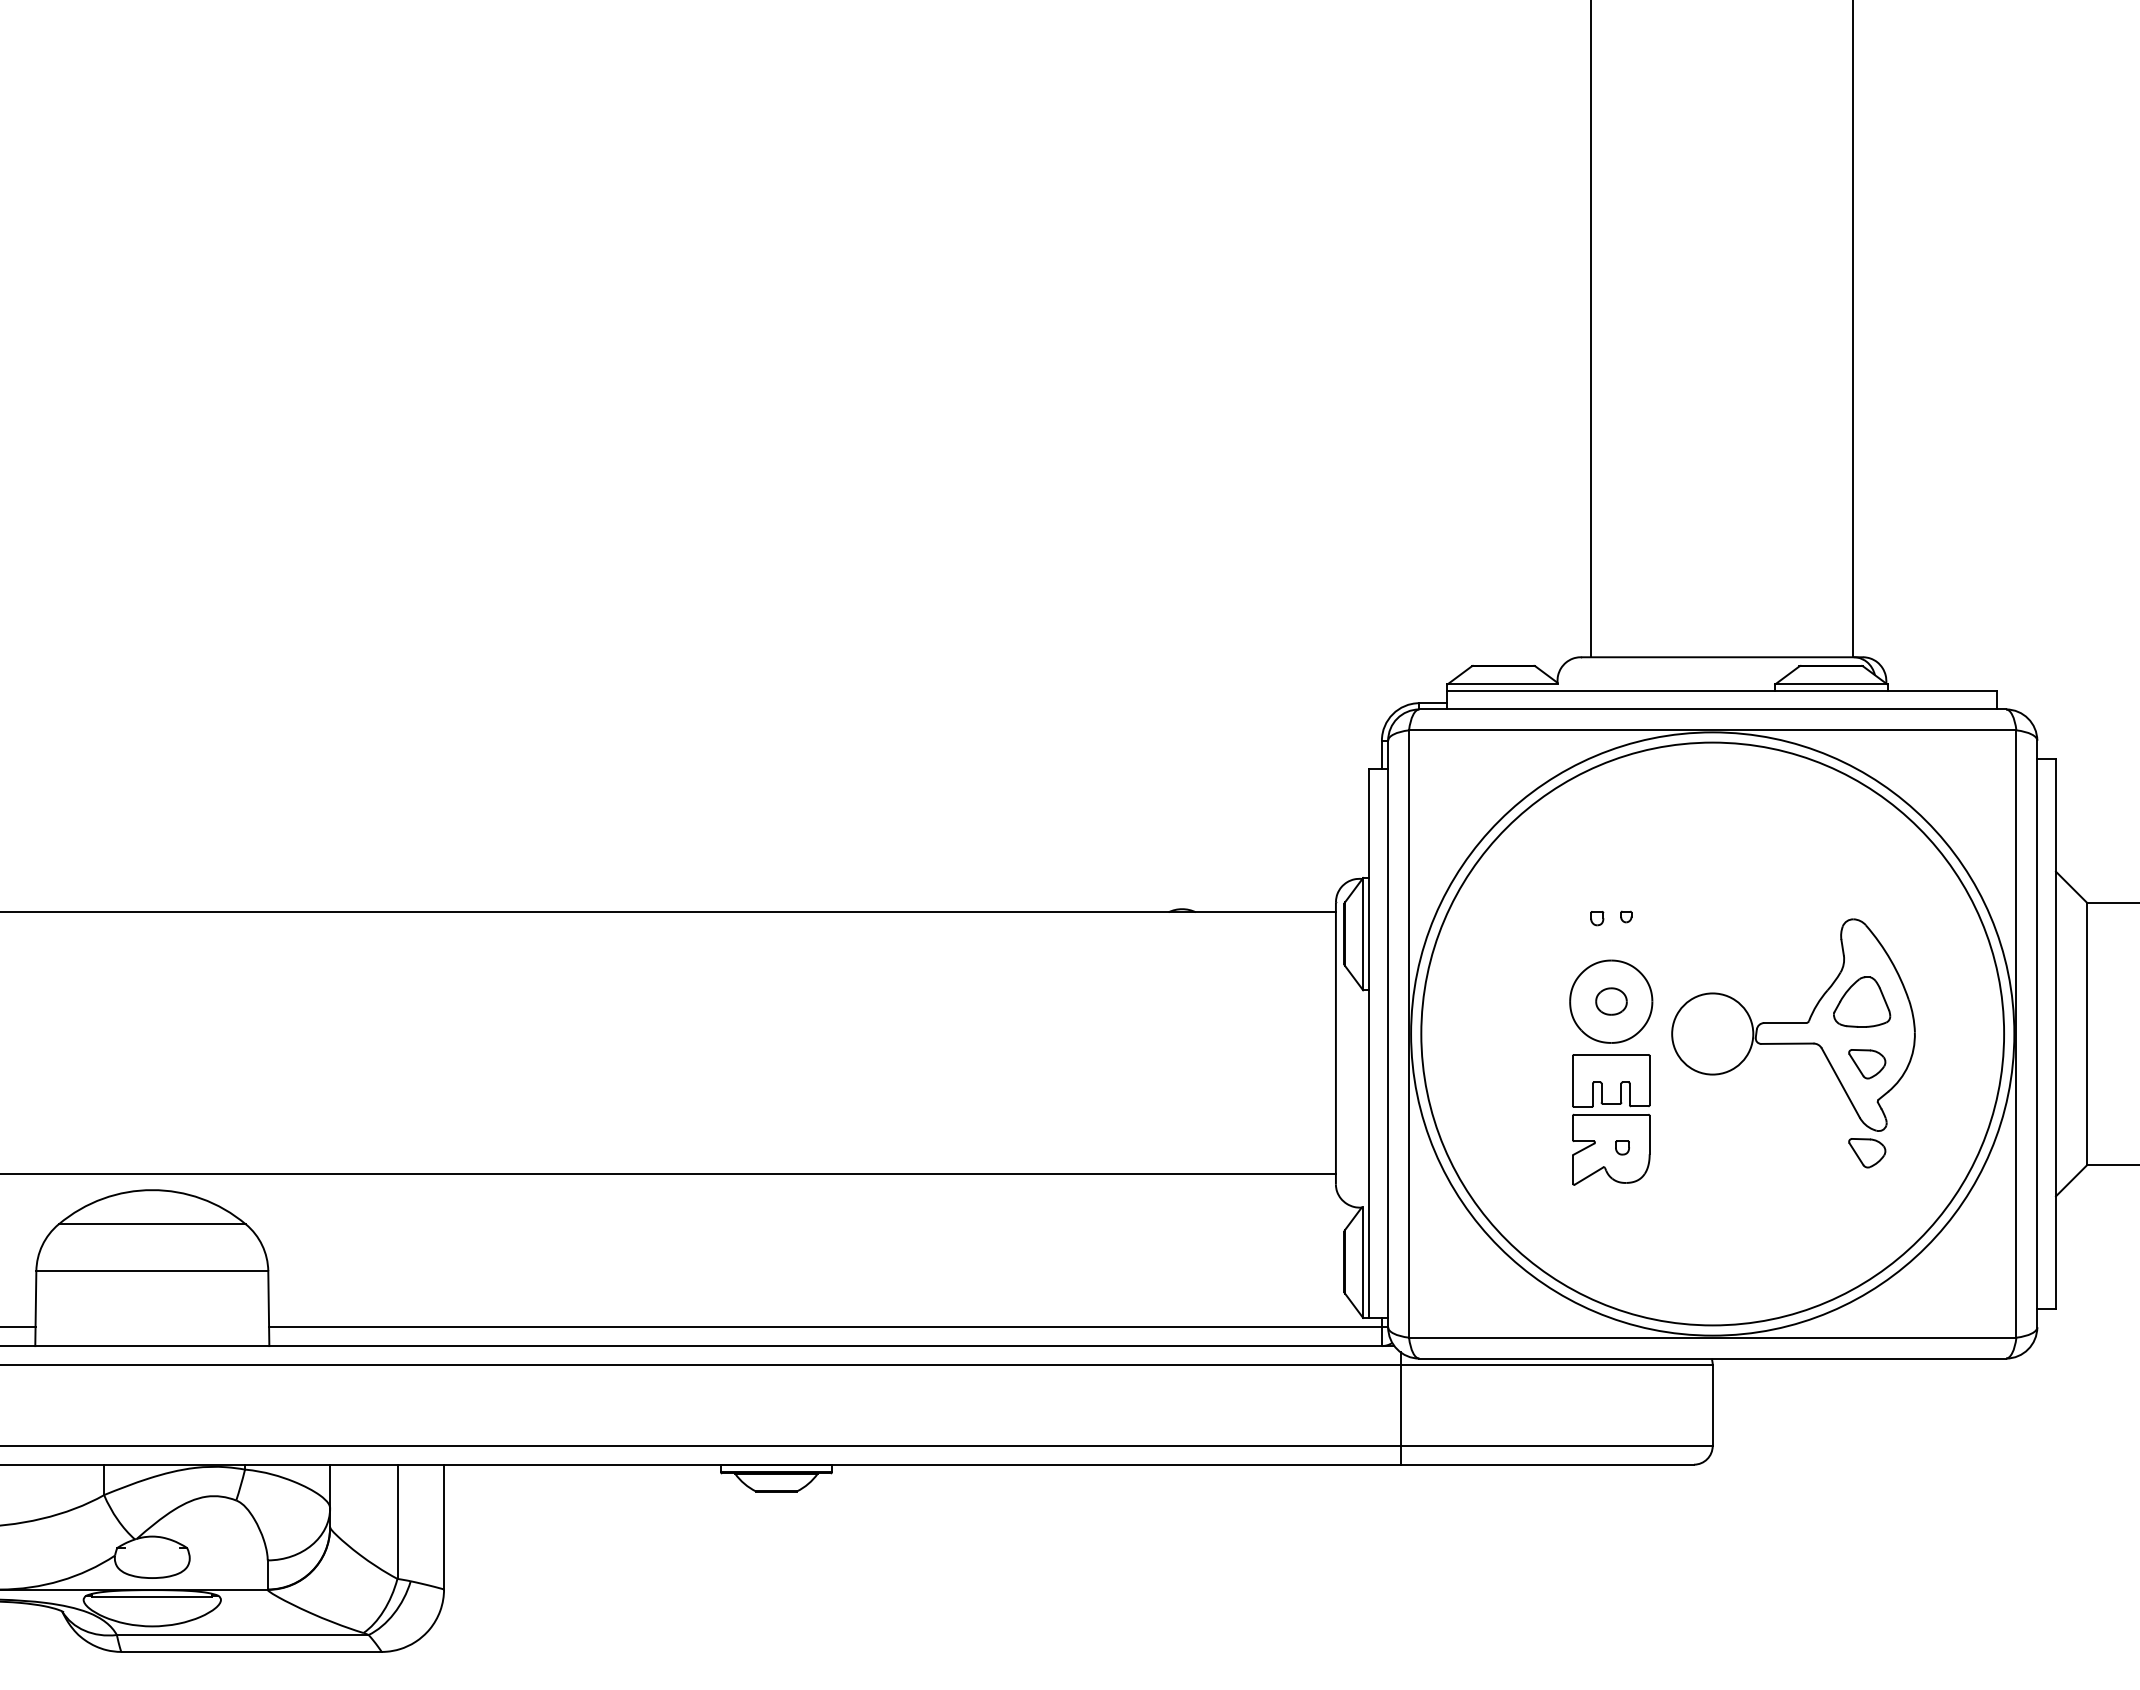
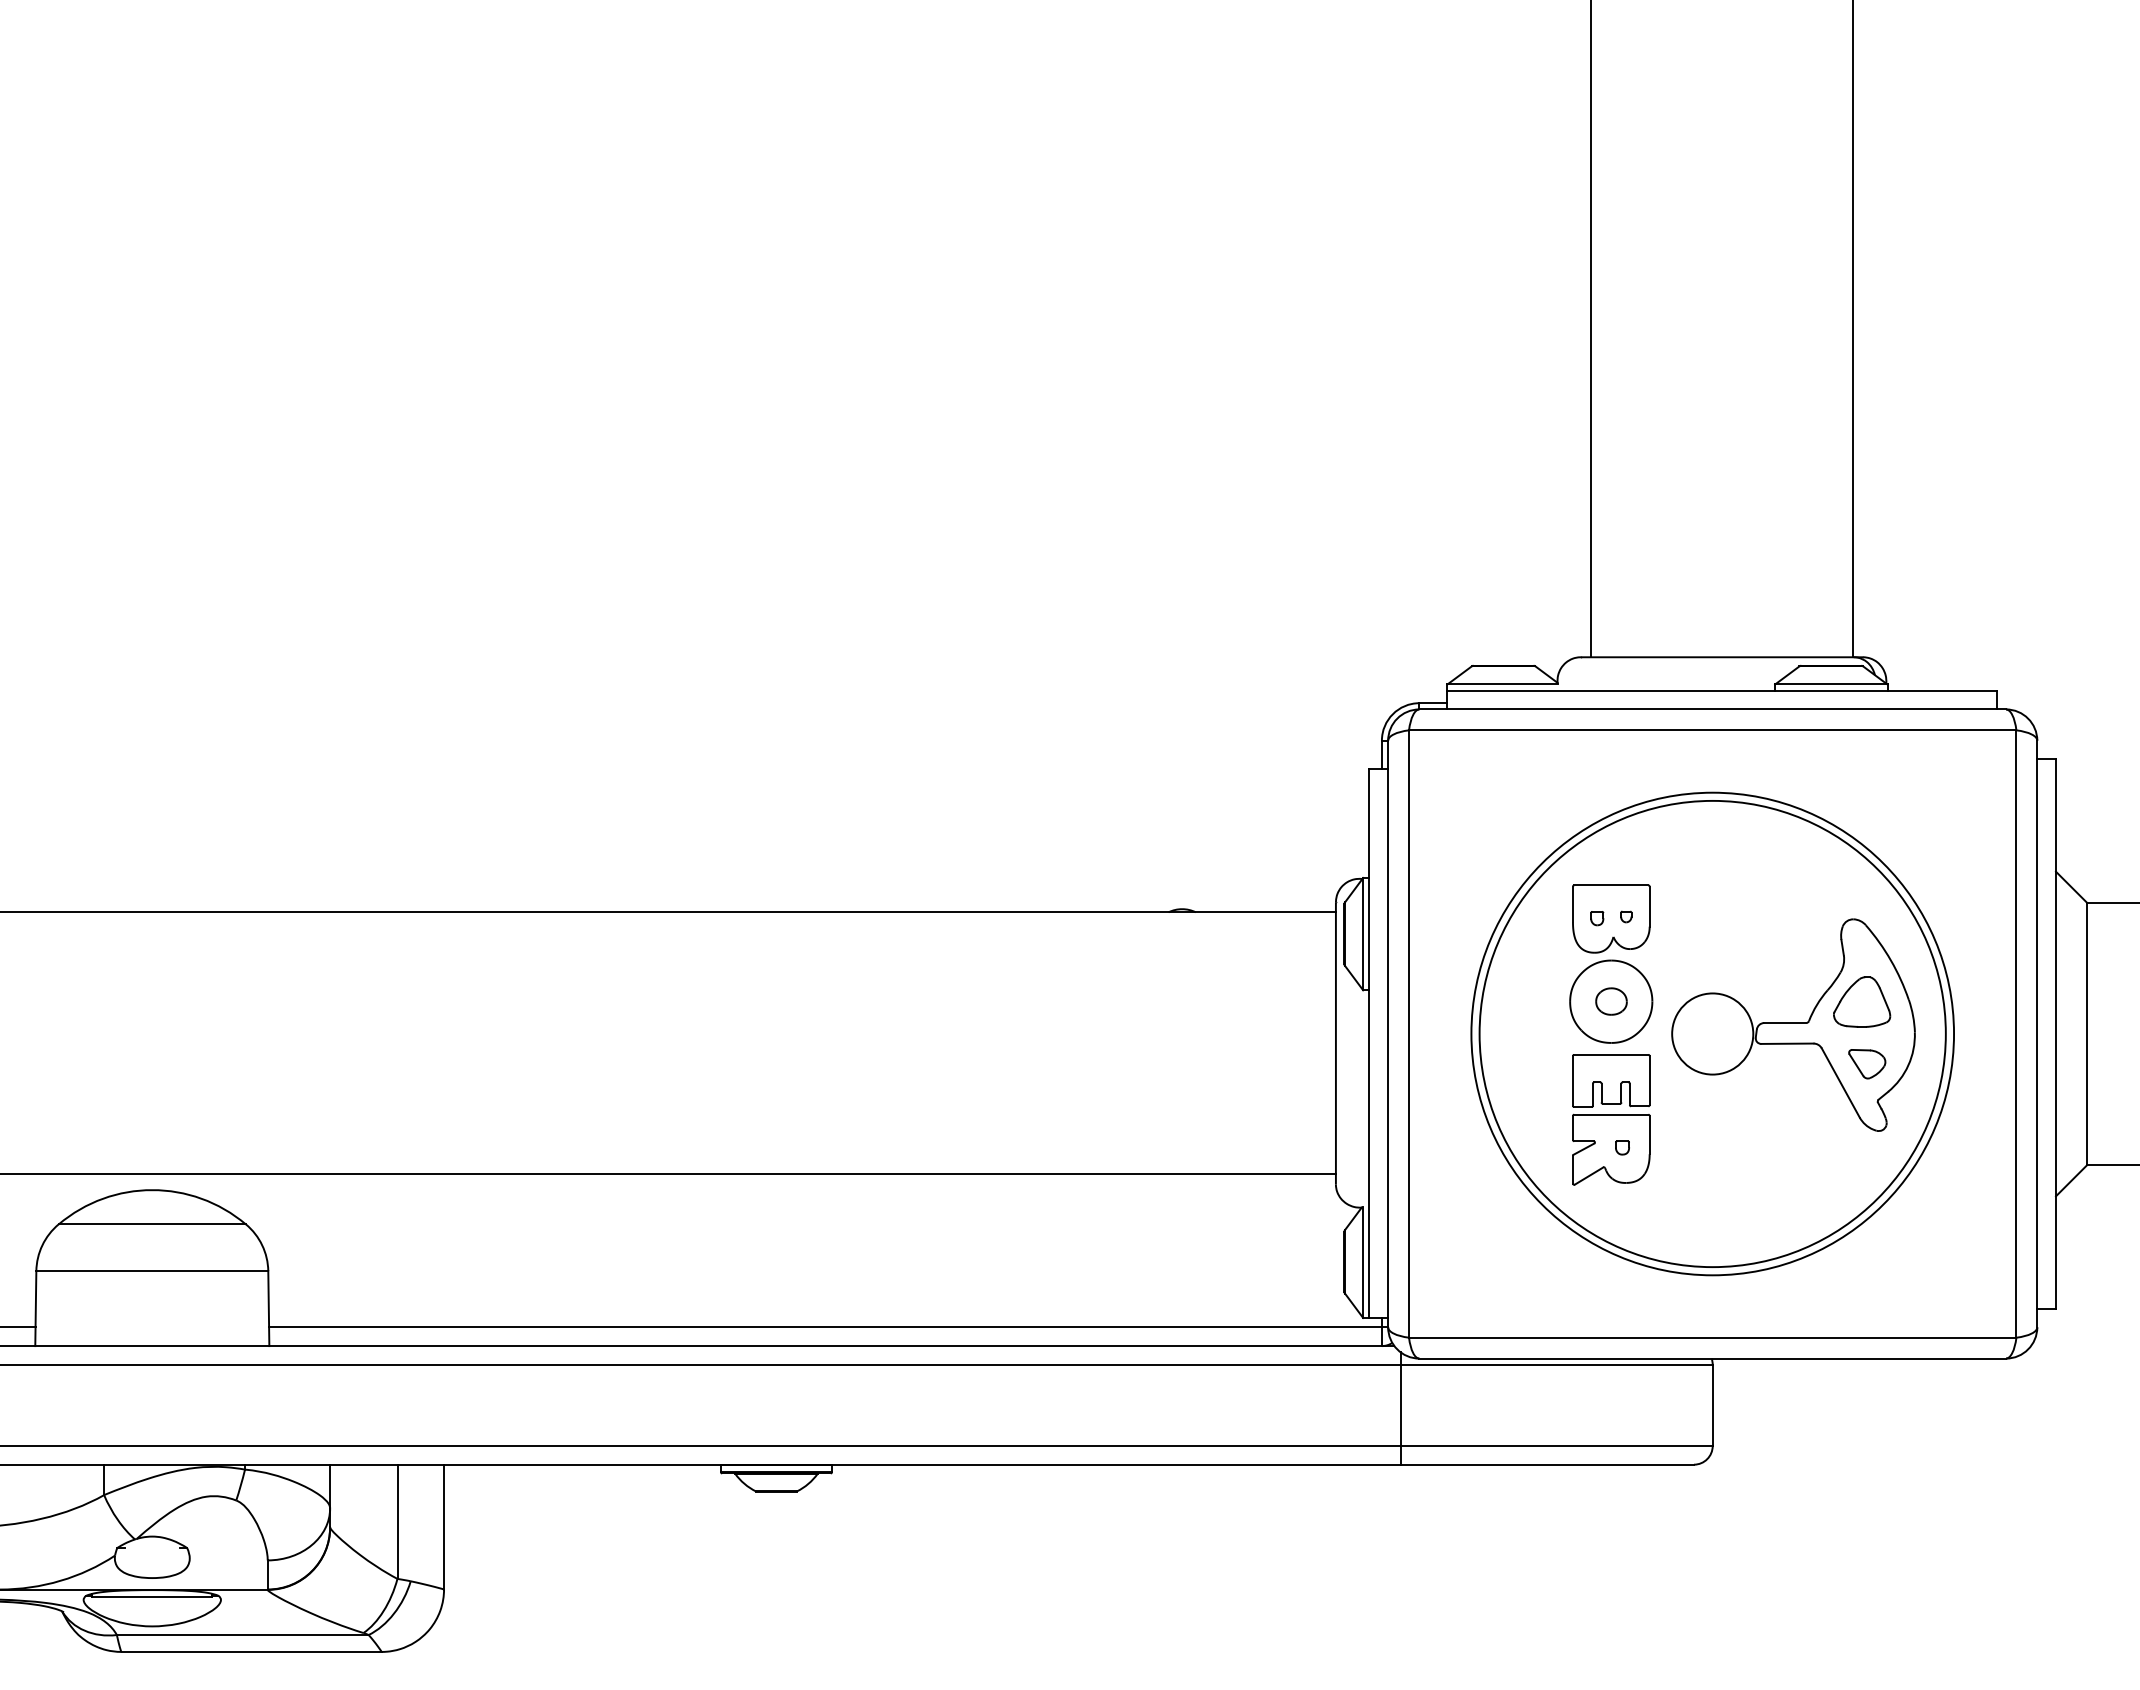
part at (1611, 918): none -> present
circle at (1712, 1033) diameter: 583 px -> 466 px
circle at (1712, 1033) diameter: 603 px -> 483 px
part at (1867, 1153): present -> none
